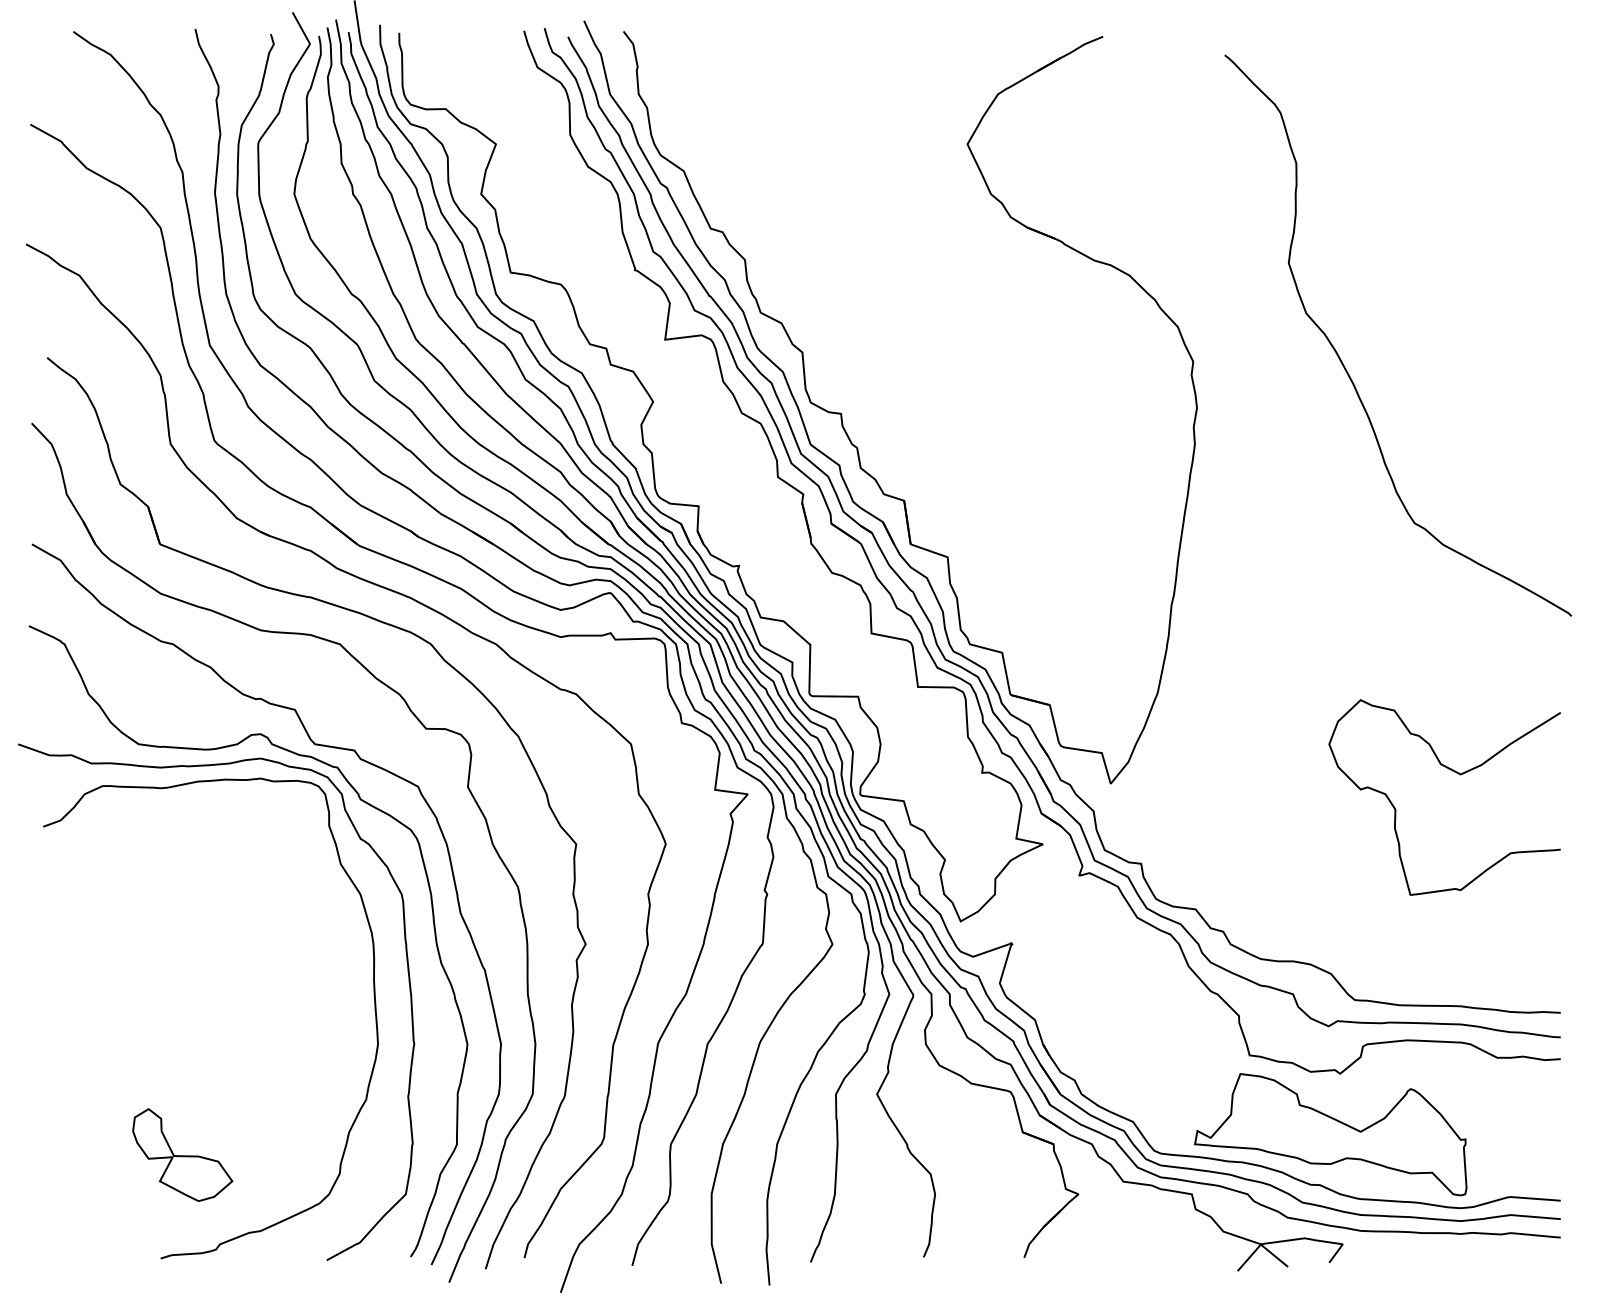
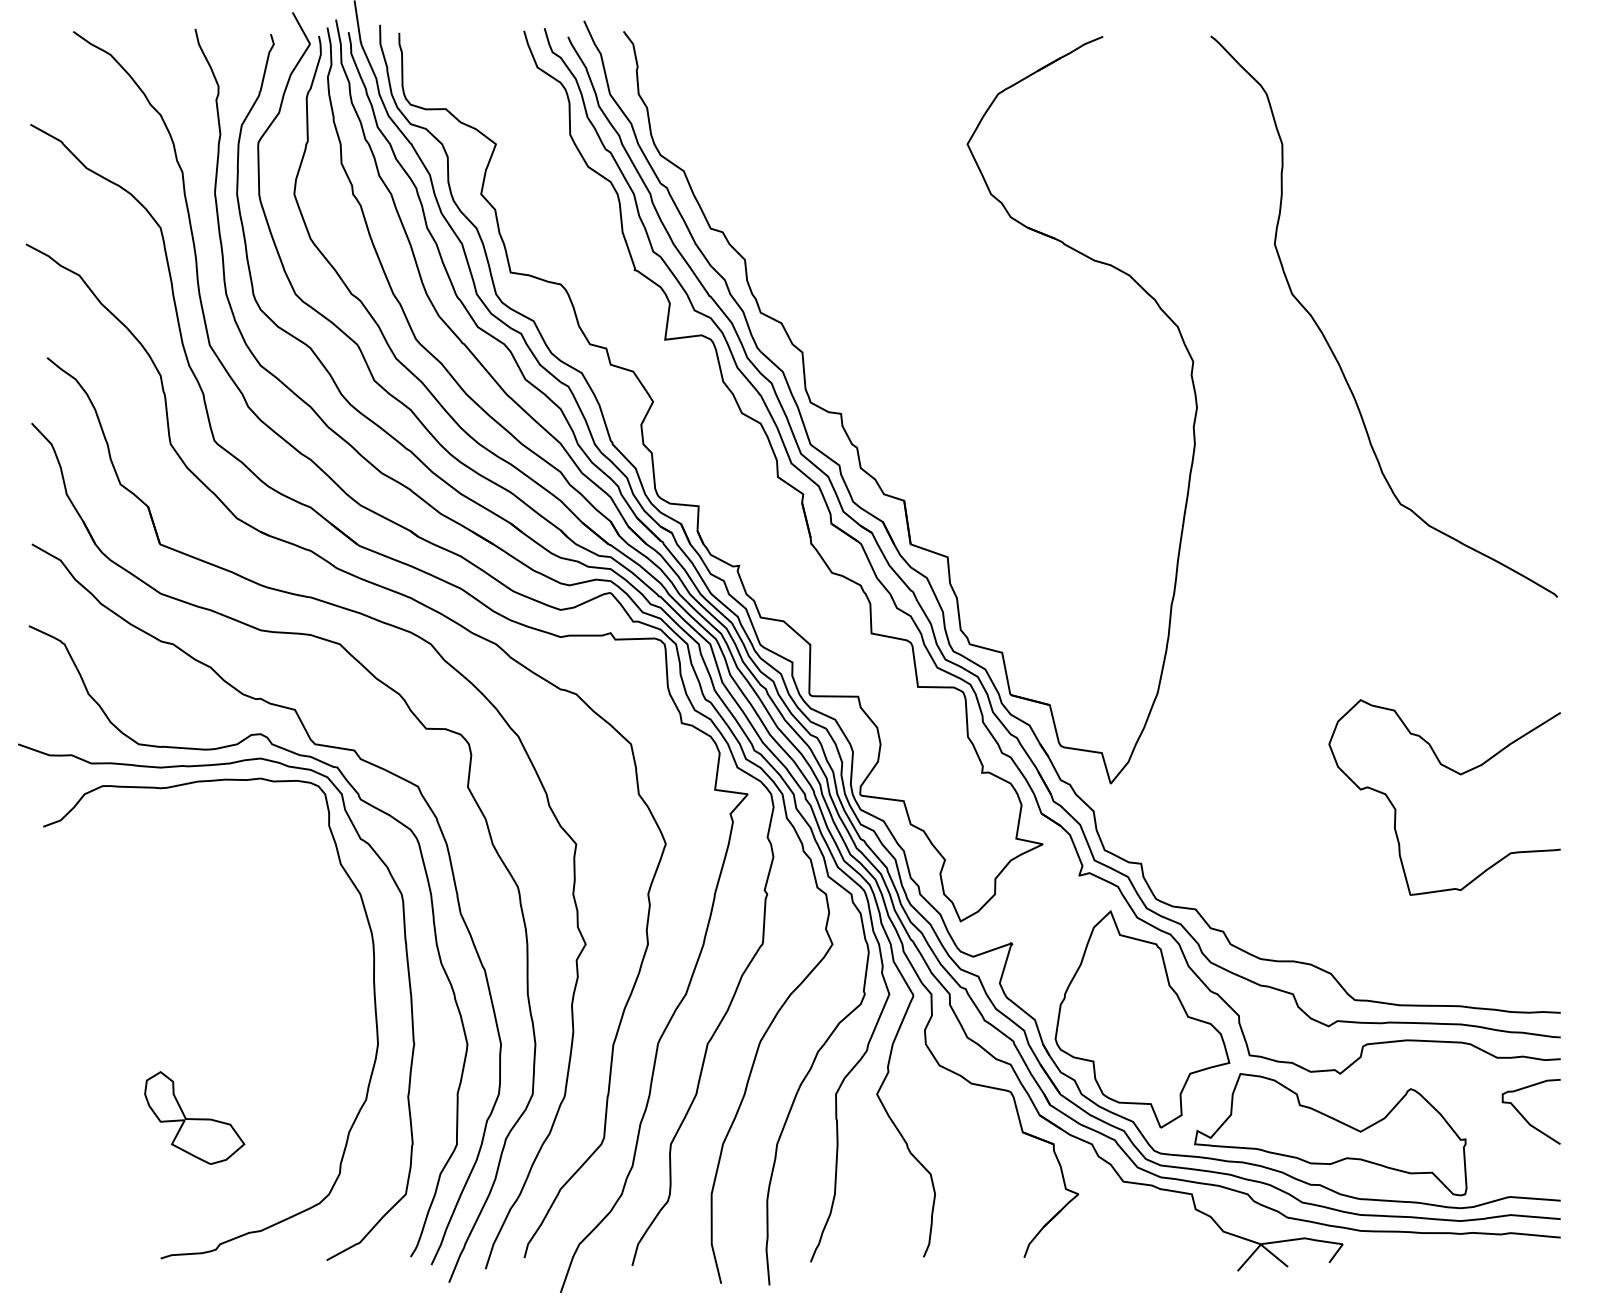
curve at (1346, 368) position: (1346, 368) -> (1332, 349)
part at (1142, 1019): none -> present
curve at (1523, 1115): none -> present
part at (182, 1154) position: (182, 1154) -> (194, 1117)
